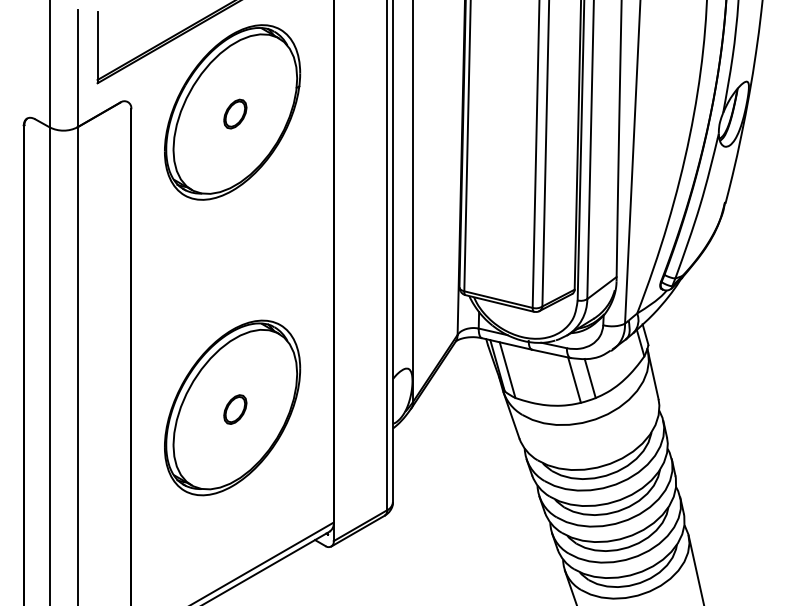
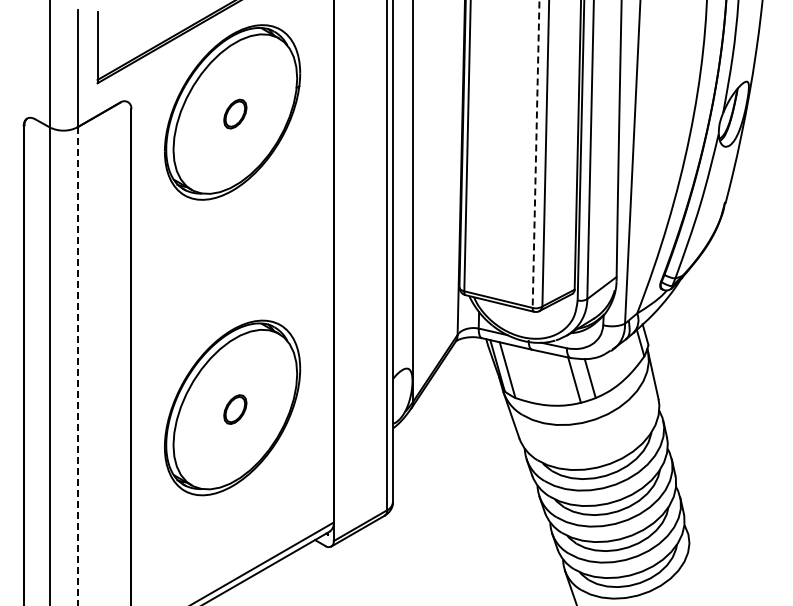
line at (536, 154): solid -> dashed
line at (77, 366): solid -> dashed
line at (695, 568): present -> none
